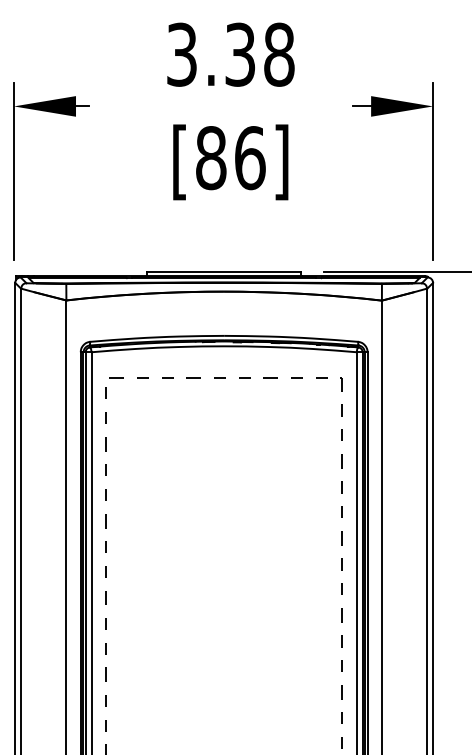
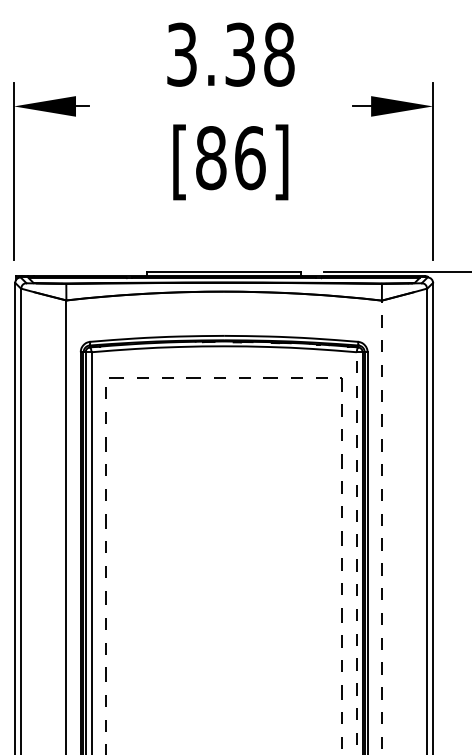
line at (381, 527): solid -> dashed
line at (356, 553): solid -> dashed
